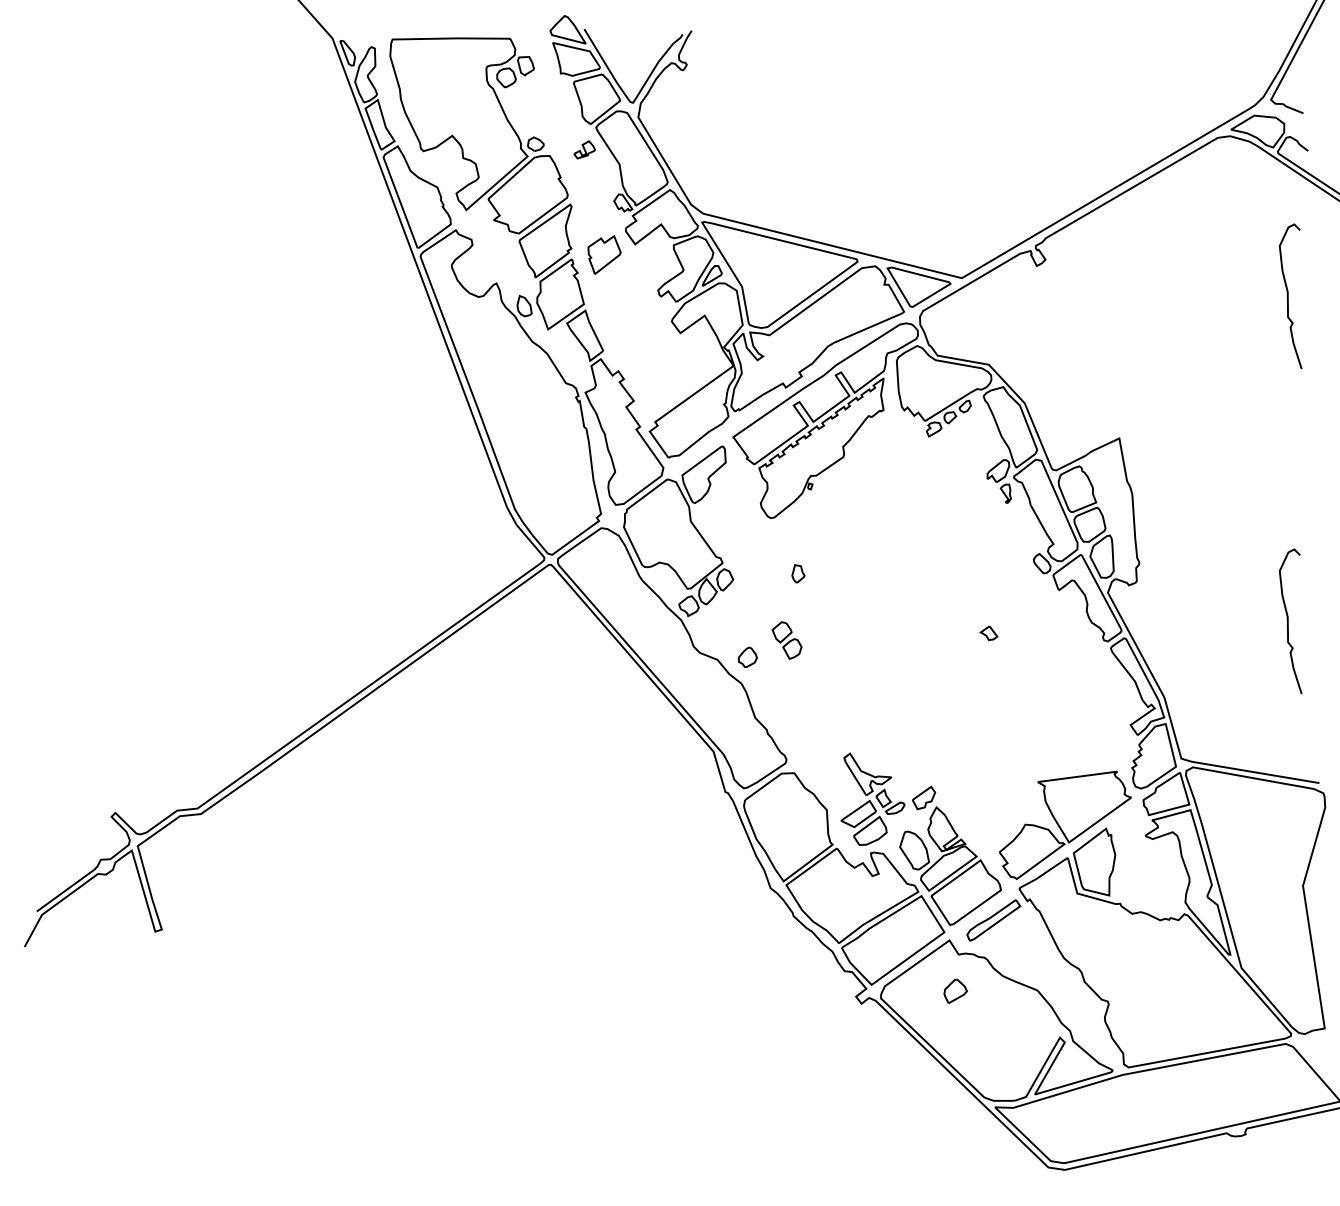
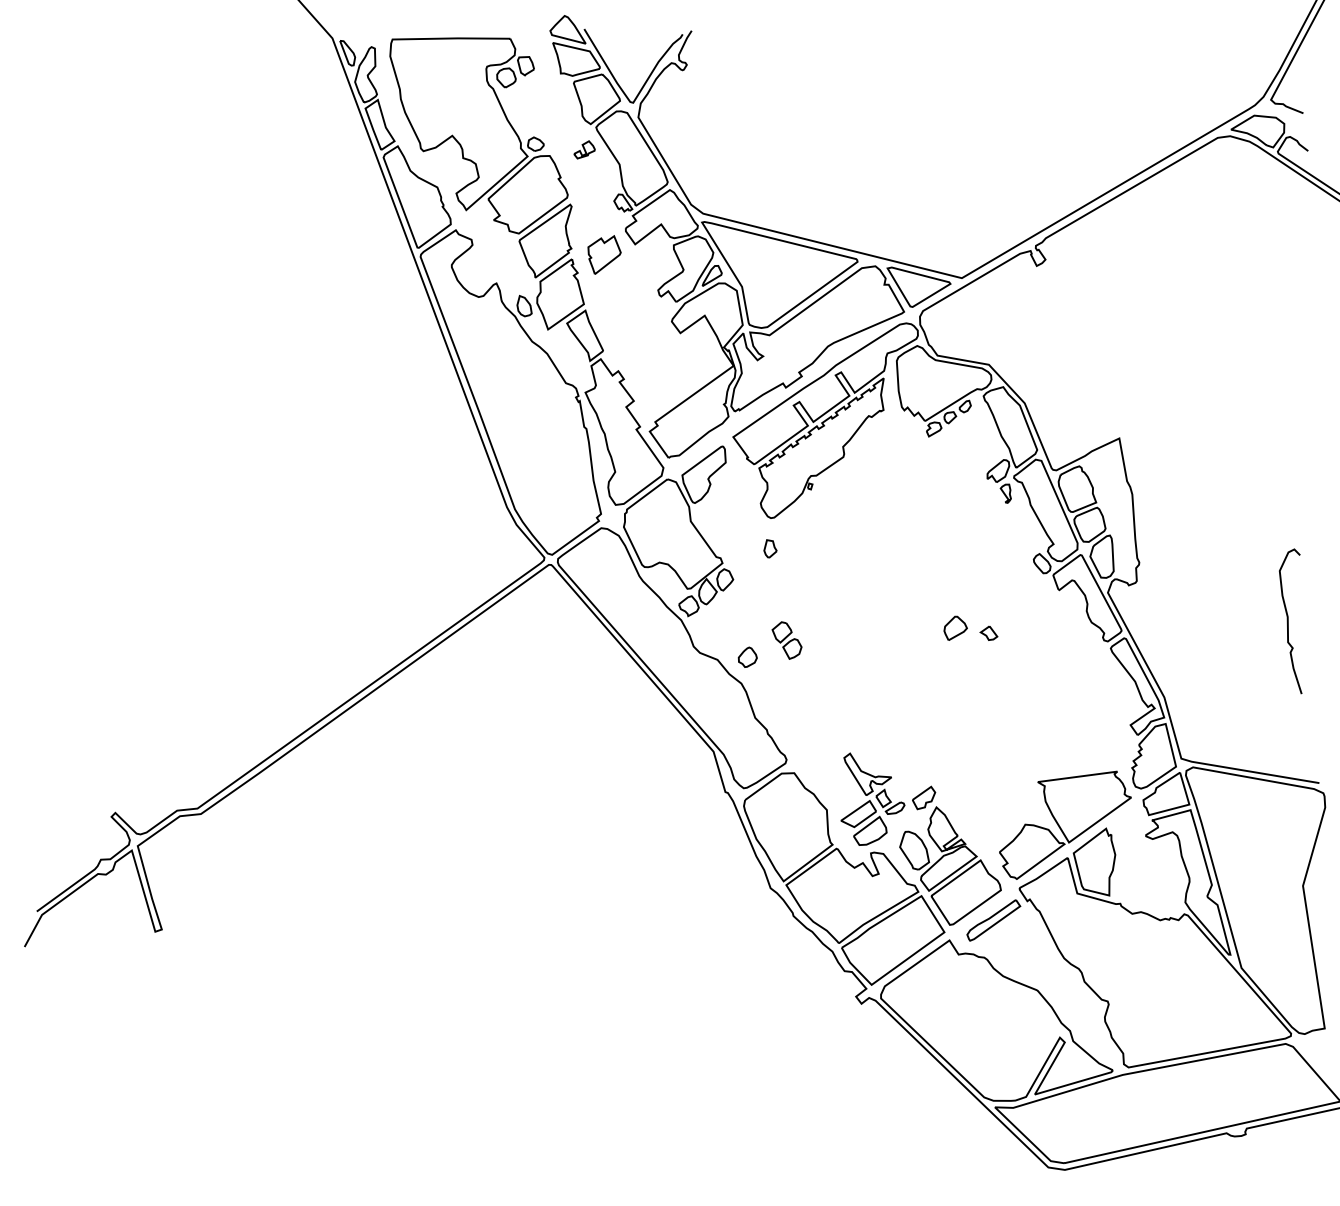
curve at (1288, 296): present -> none
part at (798, 573) position: (798, 573) -> (770, 548)
part at (955, 990) position: (955, 990) -> (955, 627)
